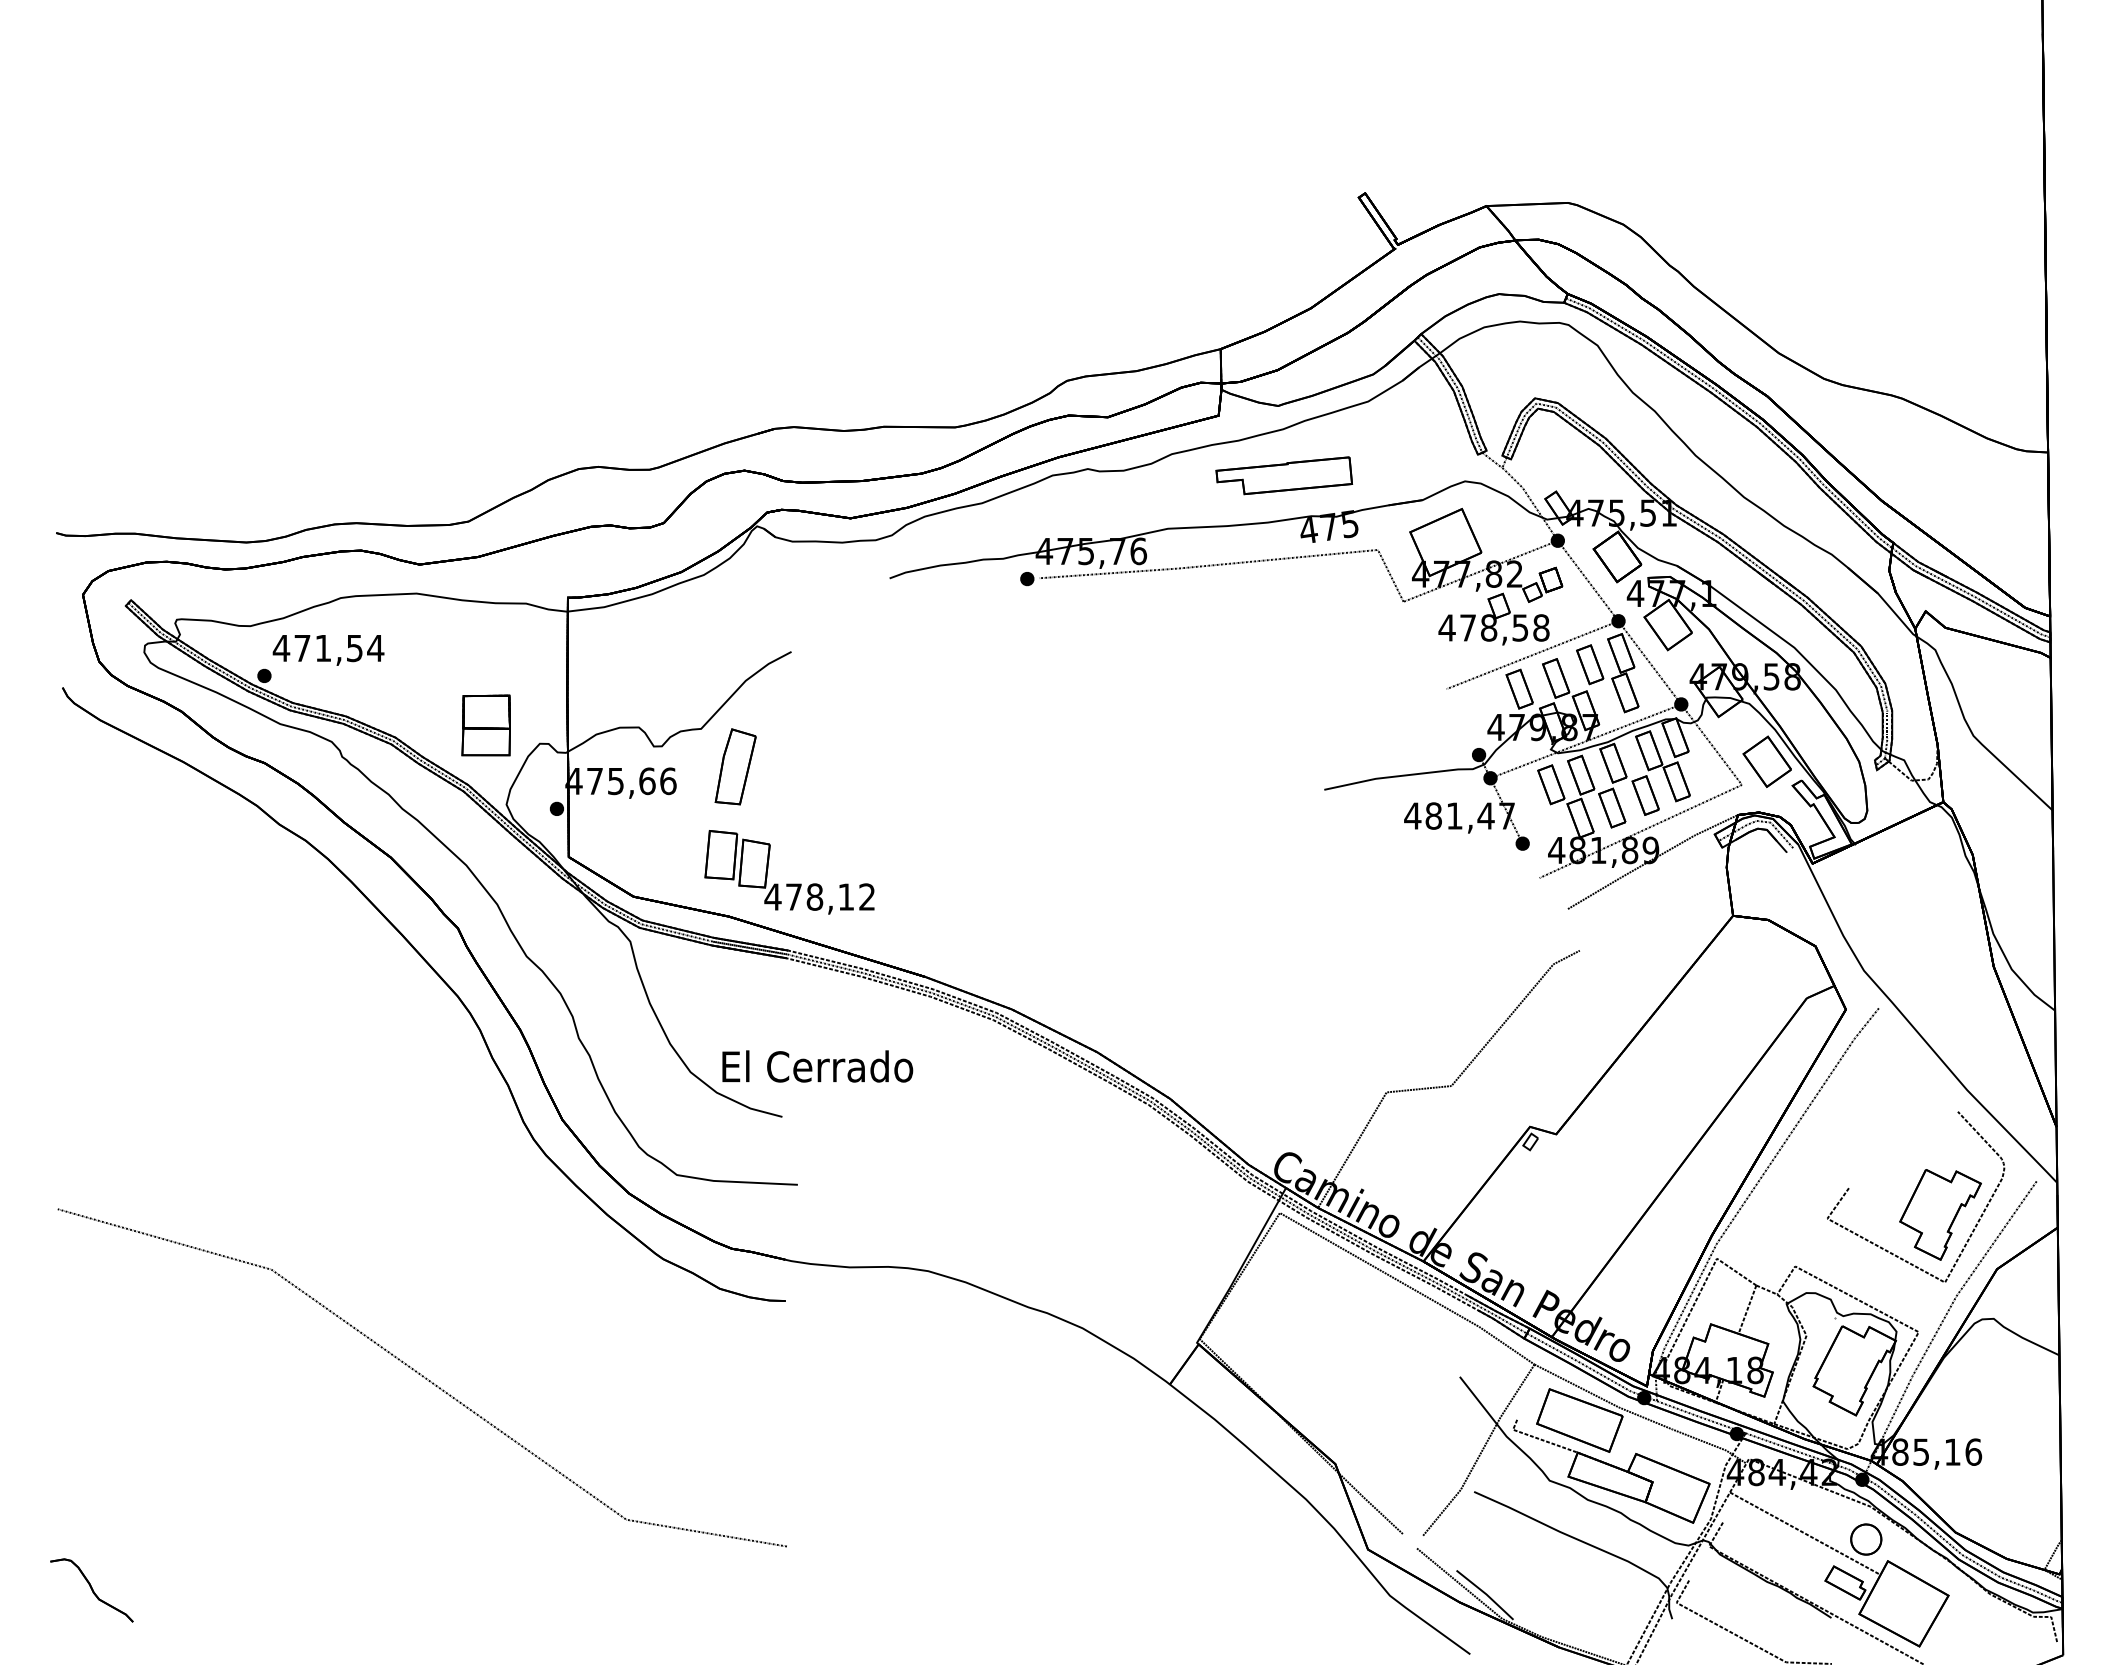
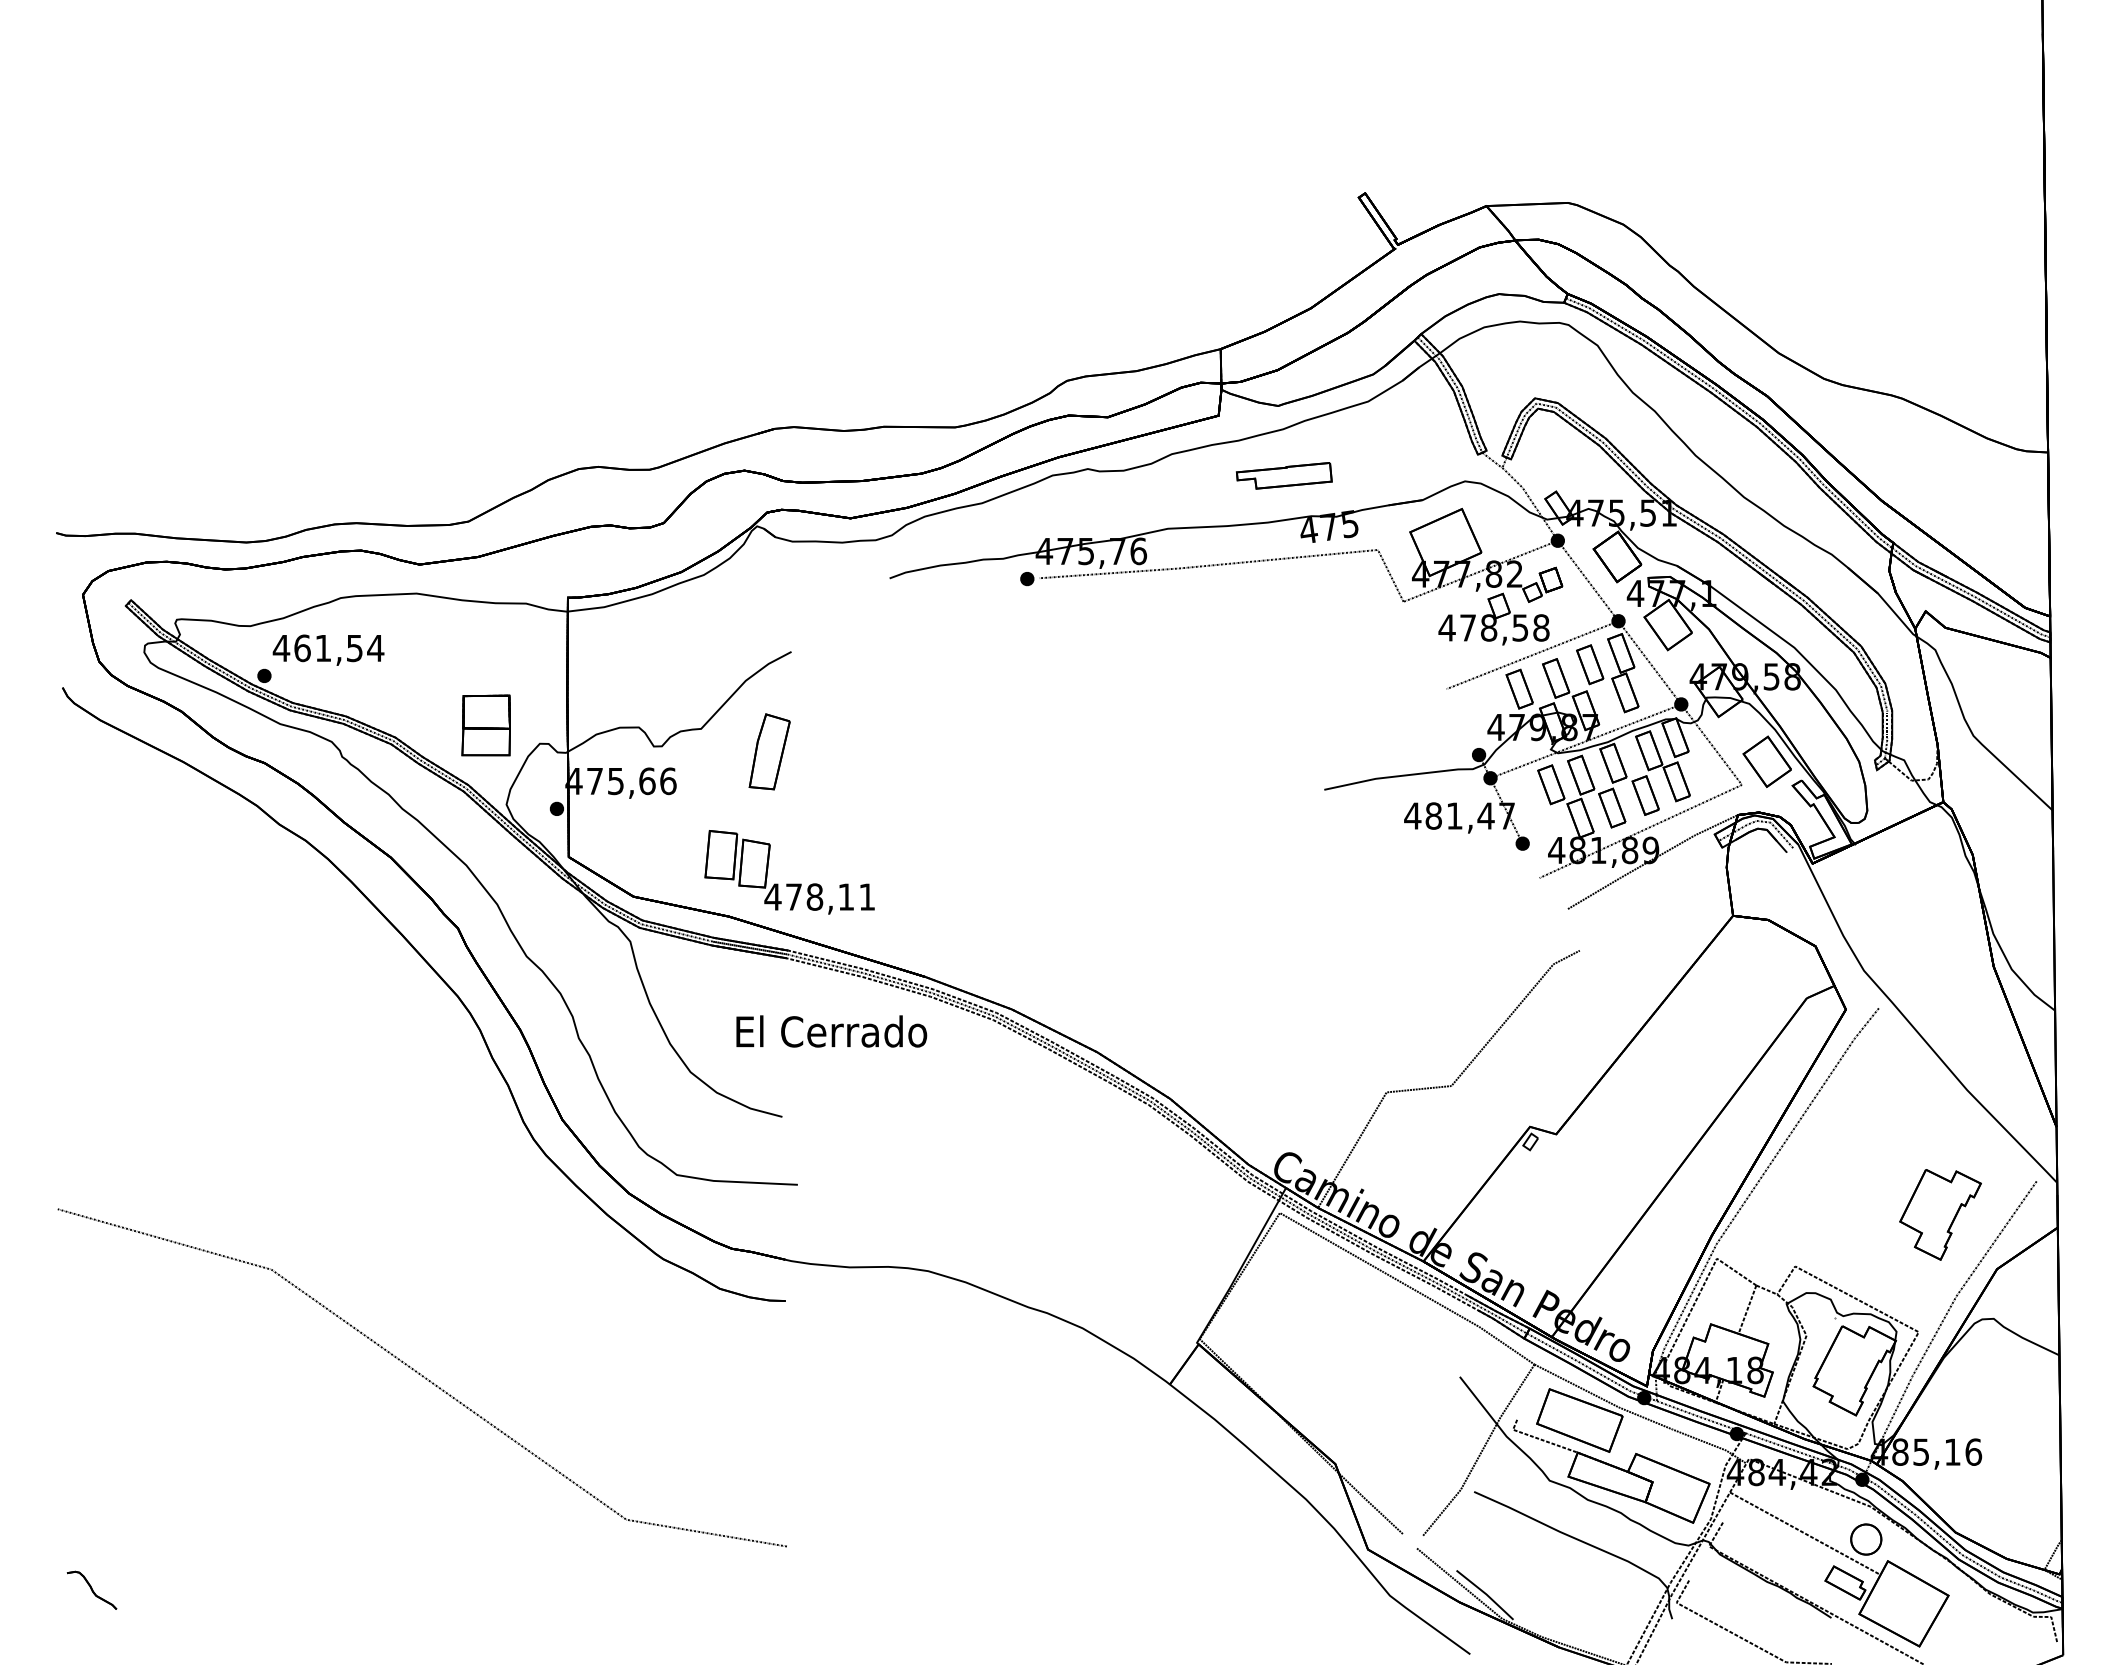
part at (1284, 475) size: 139x40 px -> 97x28 px
text at (302, 648): 471,54 -> 461,54
part at (735, 766) position: (735, 766) -> (769, 751)
text at (866, 896): 478,12 -> 478,11
text at (817, 1066) position: (817, 1066) -> (831, 1031)
curve at (1888, 1250): present -> none
part at (91, 1590) size: 84x65 px -> 52x40 px
